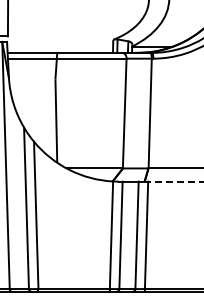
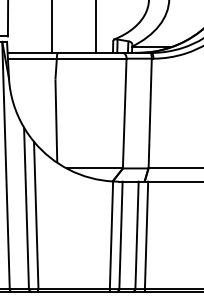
line at (52, 27): none -> present
line at (96, 27): none -> present
line at (175, 181): dashed -> solid
